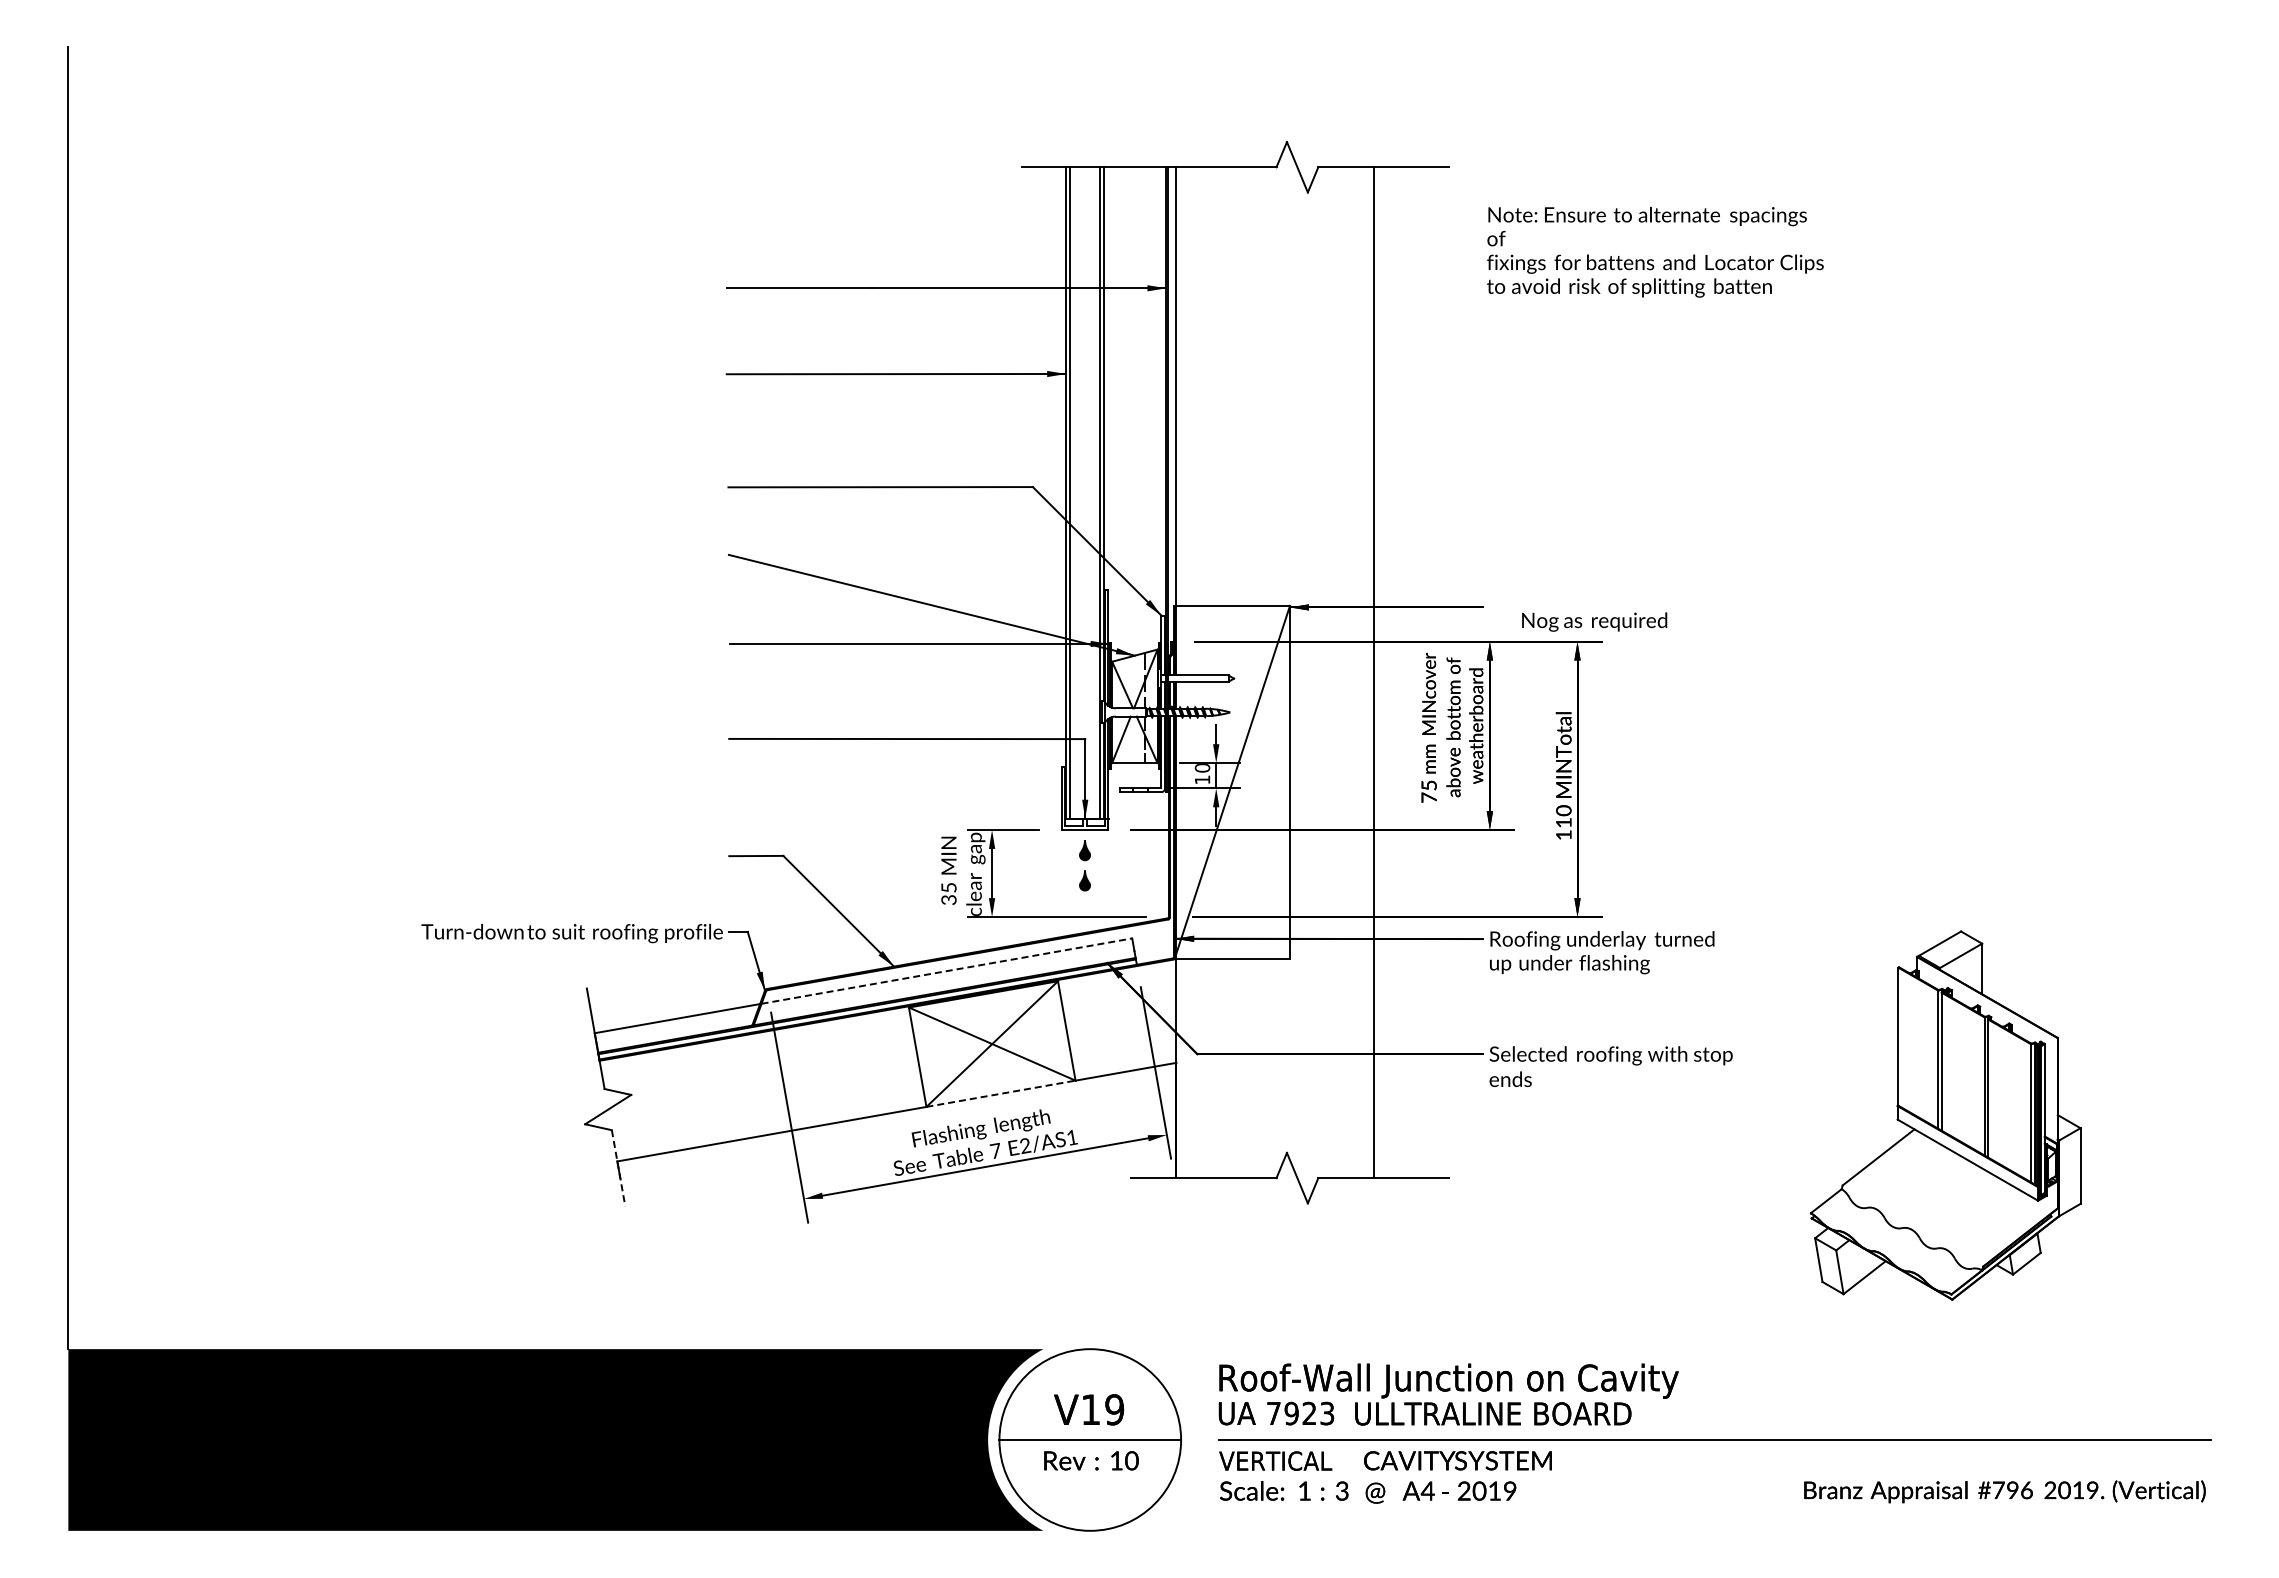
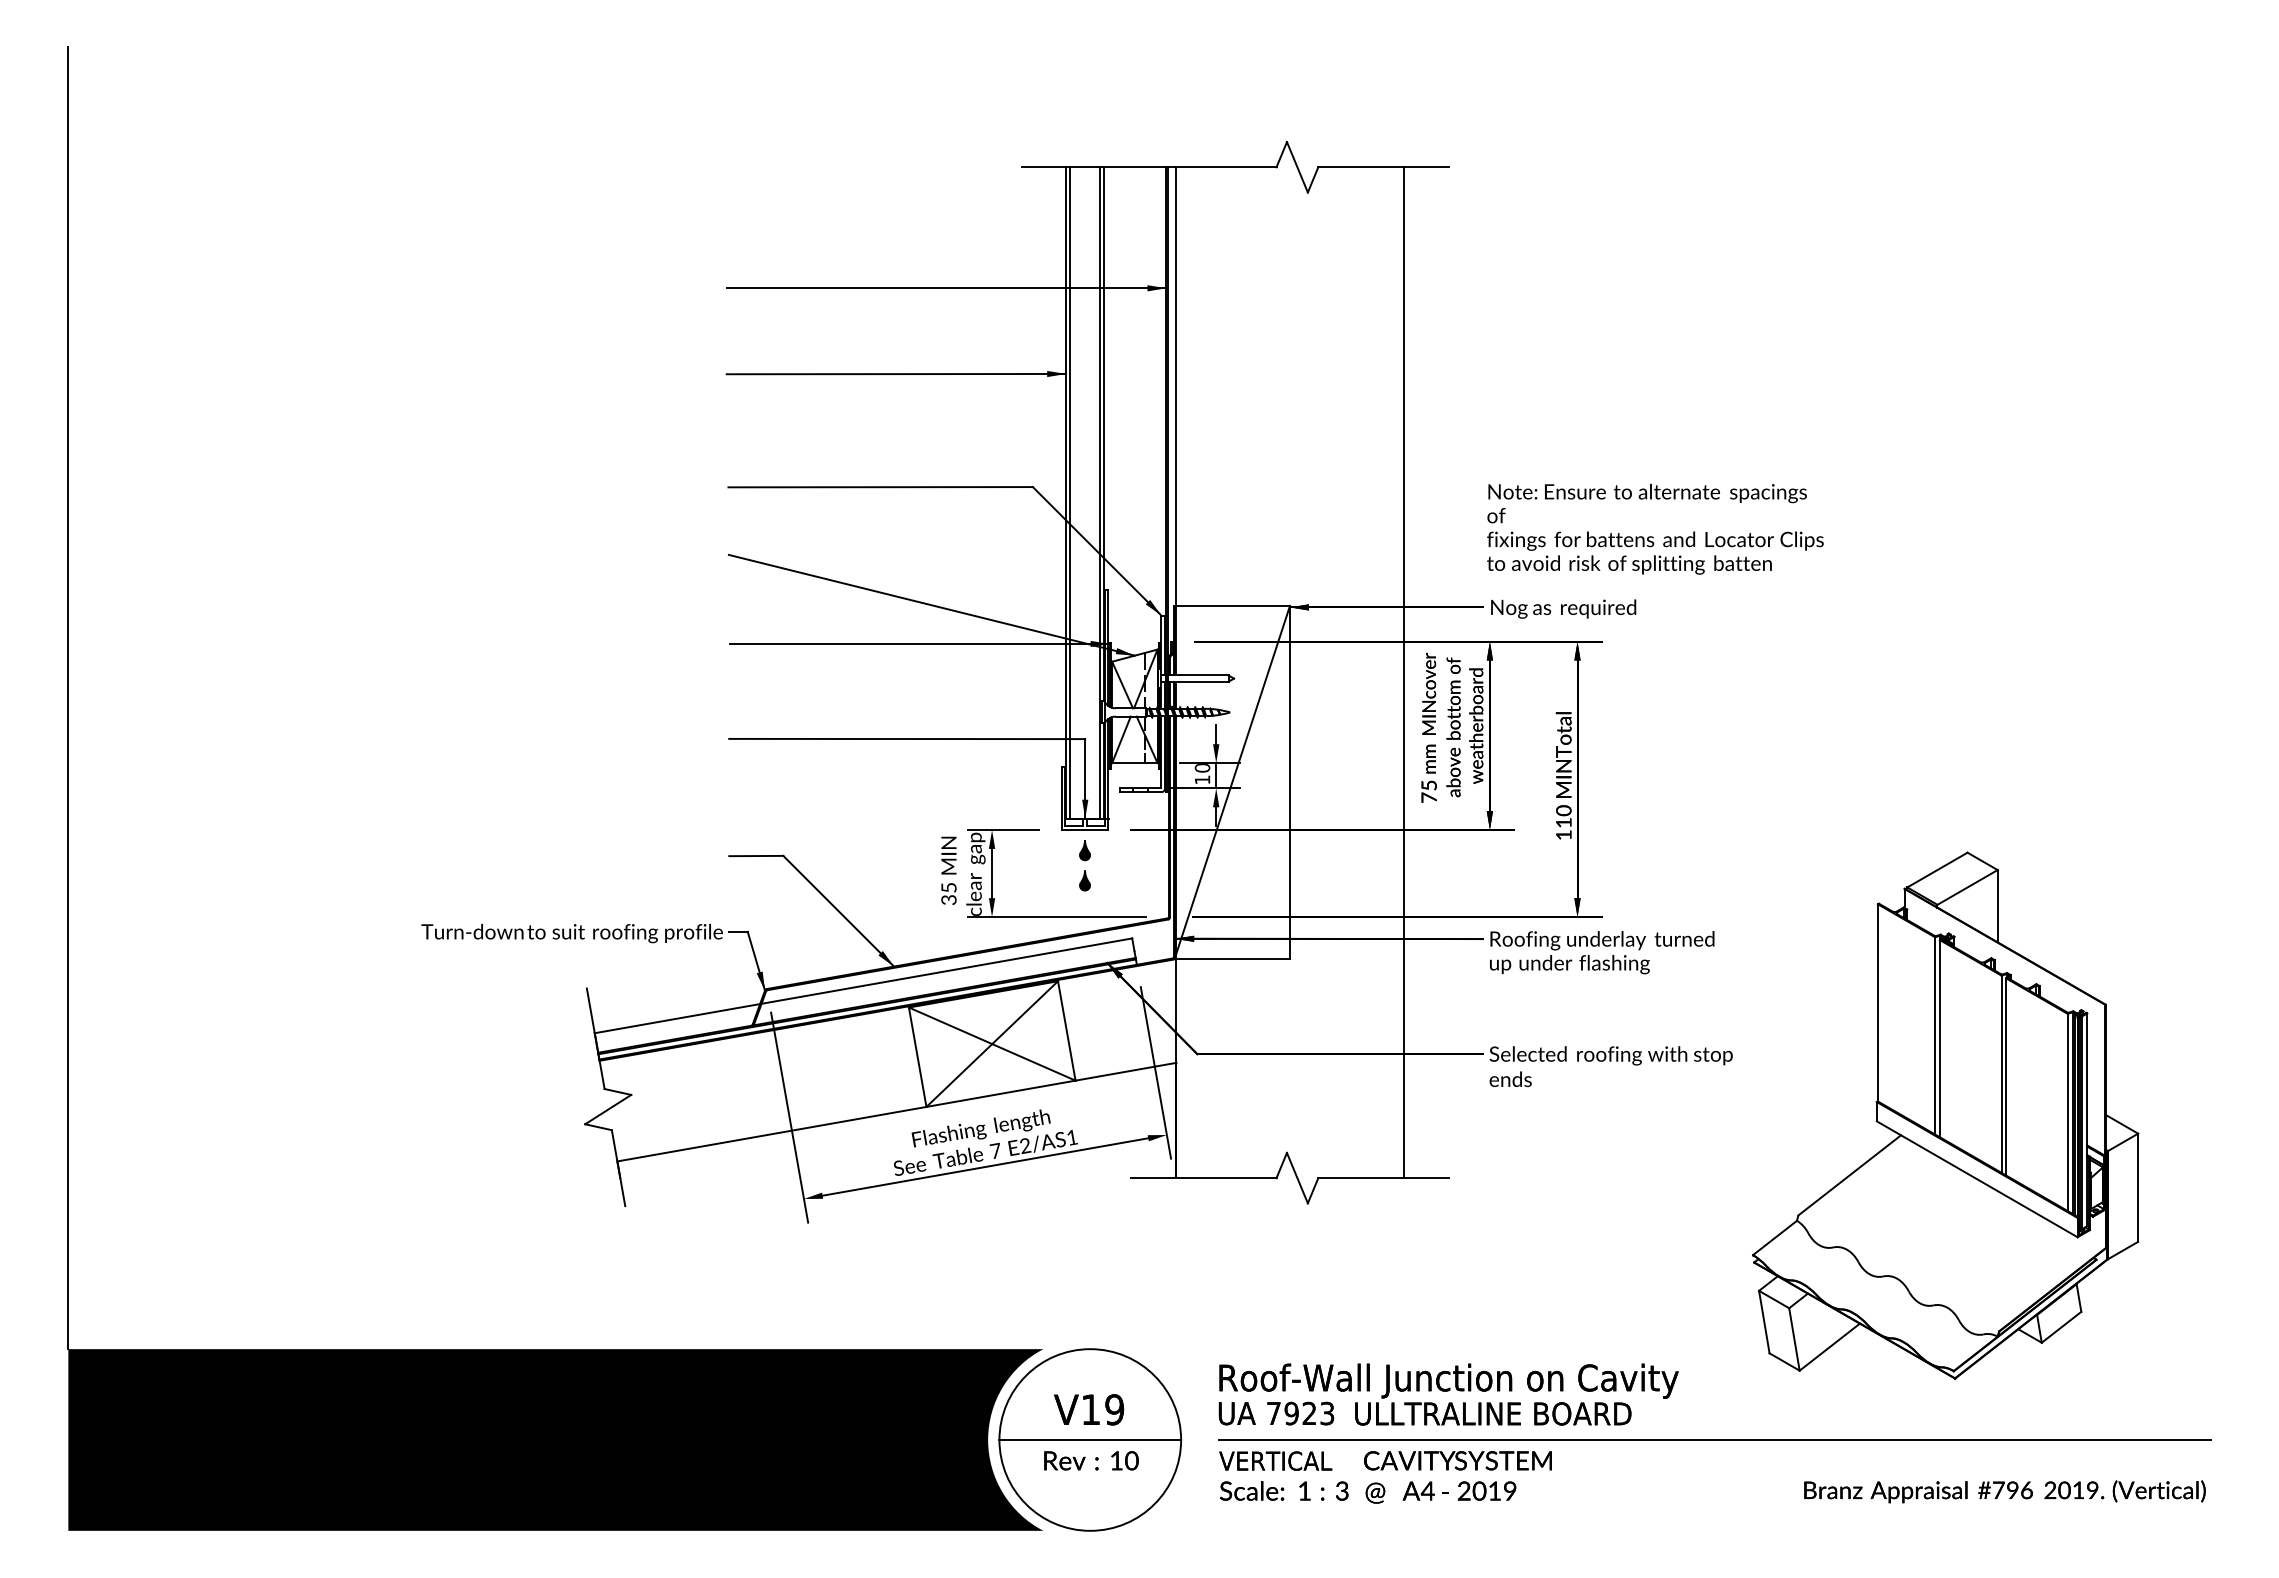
text at (1655, 251) position: (1655, 251) -> (1655, 528)
text at (1594, 621) position: (1594, 621) -> (1563, 608)
line at (1373, 672) position: (1373, 672) -> (1403, 672)
line at (947, 971): dashed -> solid
line at (1001, 1093): dashed -> solid
part at (1945, 1115) size: 272x371 px -> 388x529 px
line at (618, 1168): dashed -> solid
